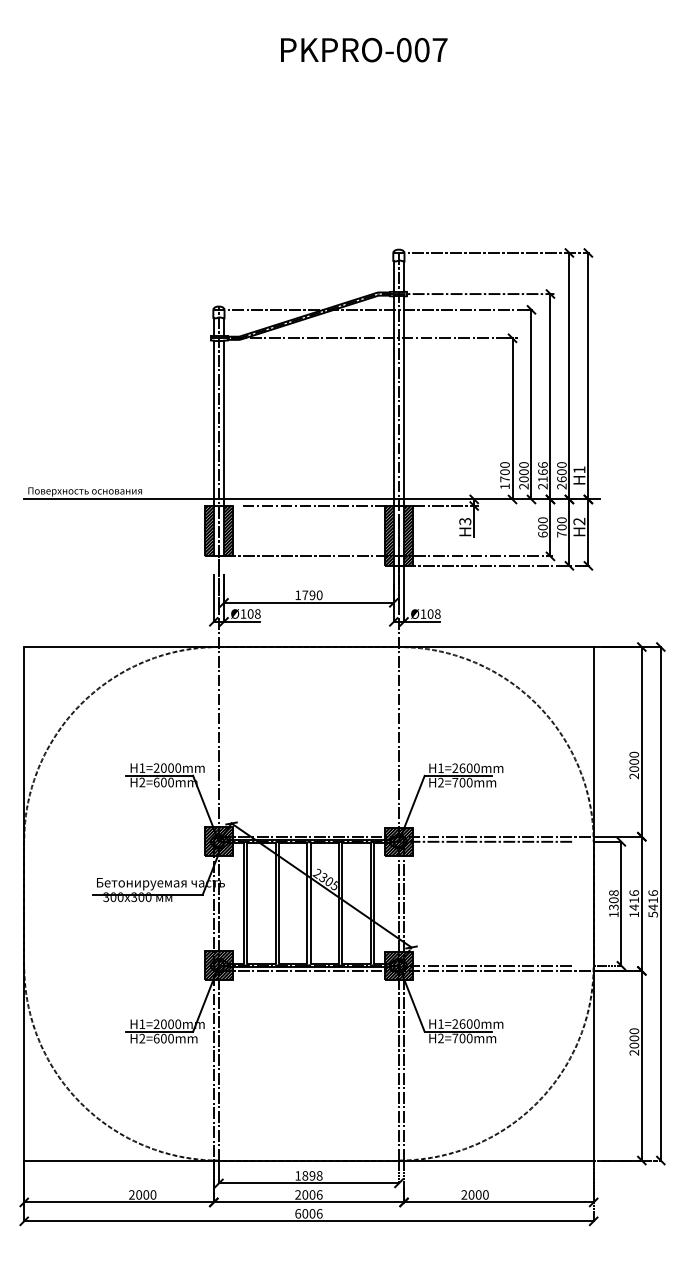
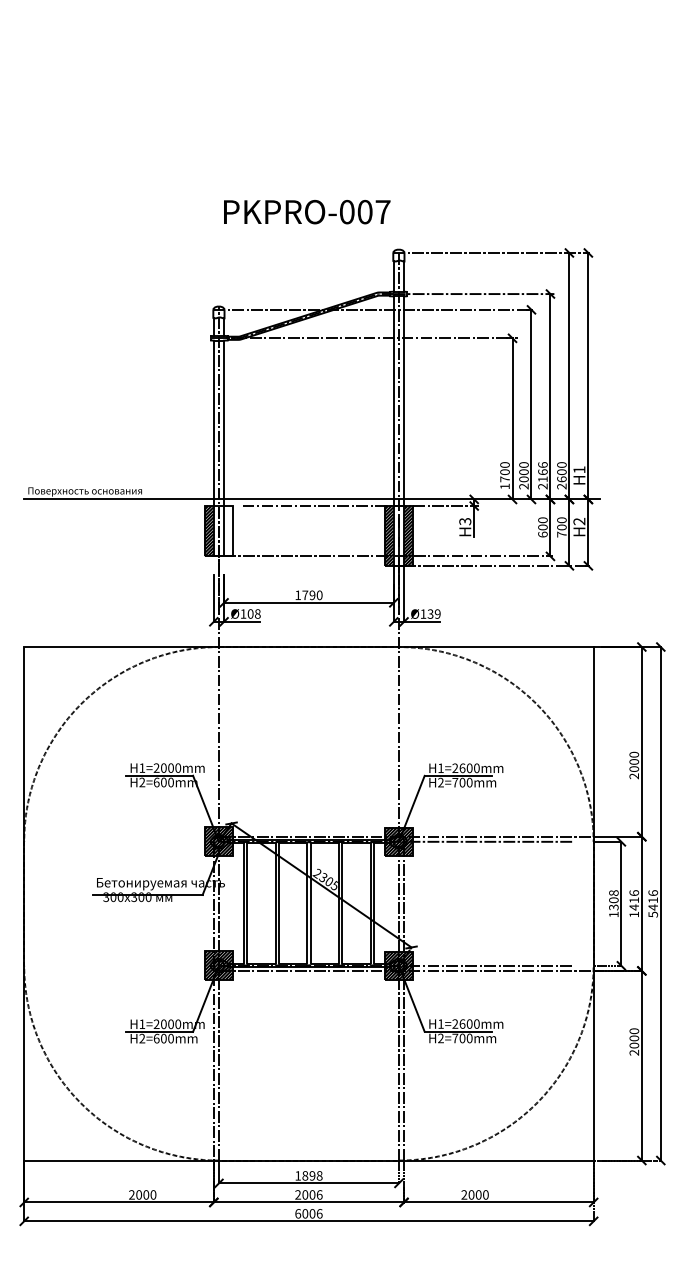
text at (364, 50) position: (364, 50) -> (307, 212)
hatch at (228, 531): present -> none
text at (433, 613): Ø108 -> Ø139
